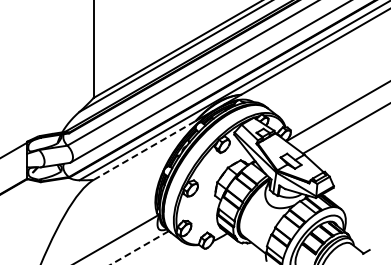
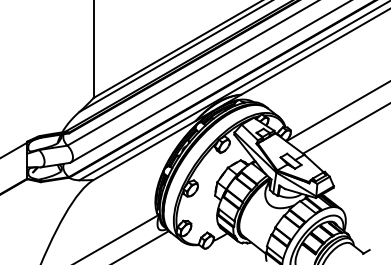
line at (144, 150): dashed -> solid
line at (139, 248): dashed -> solid
